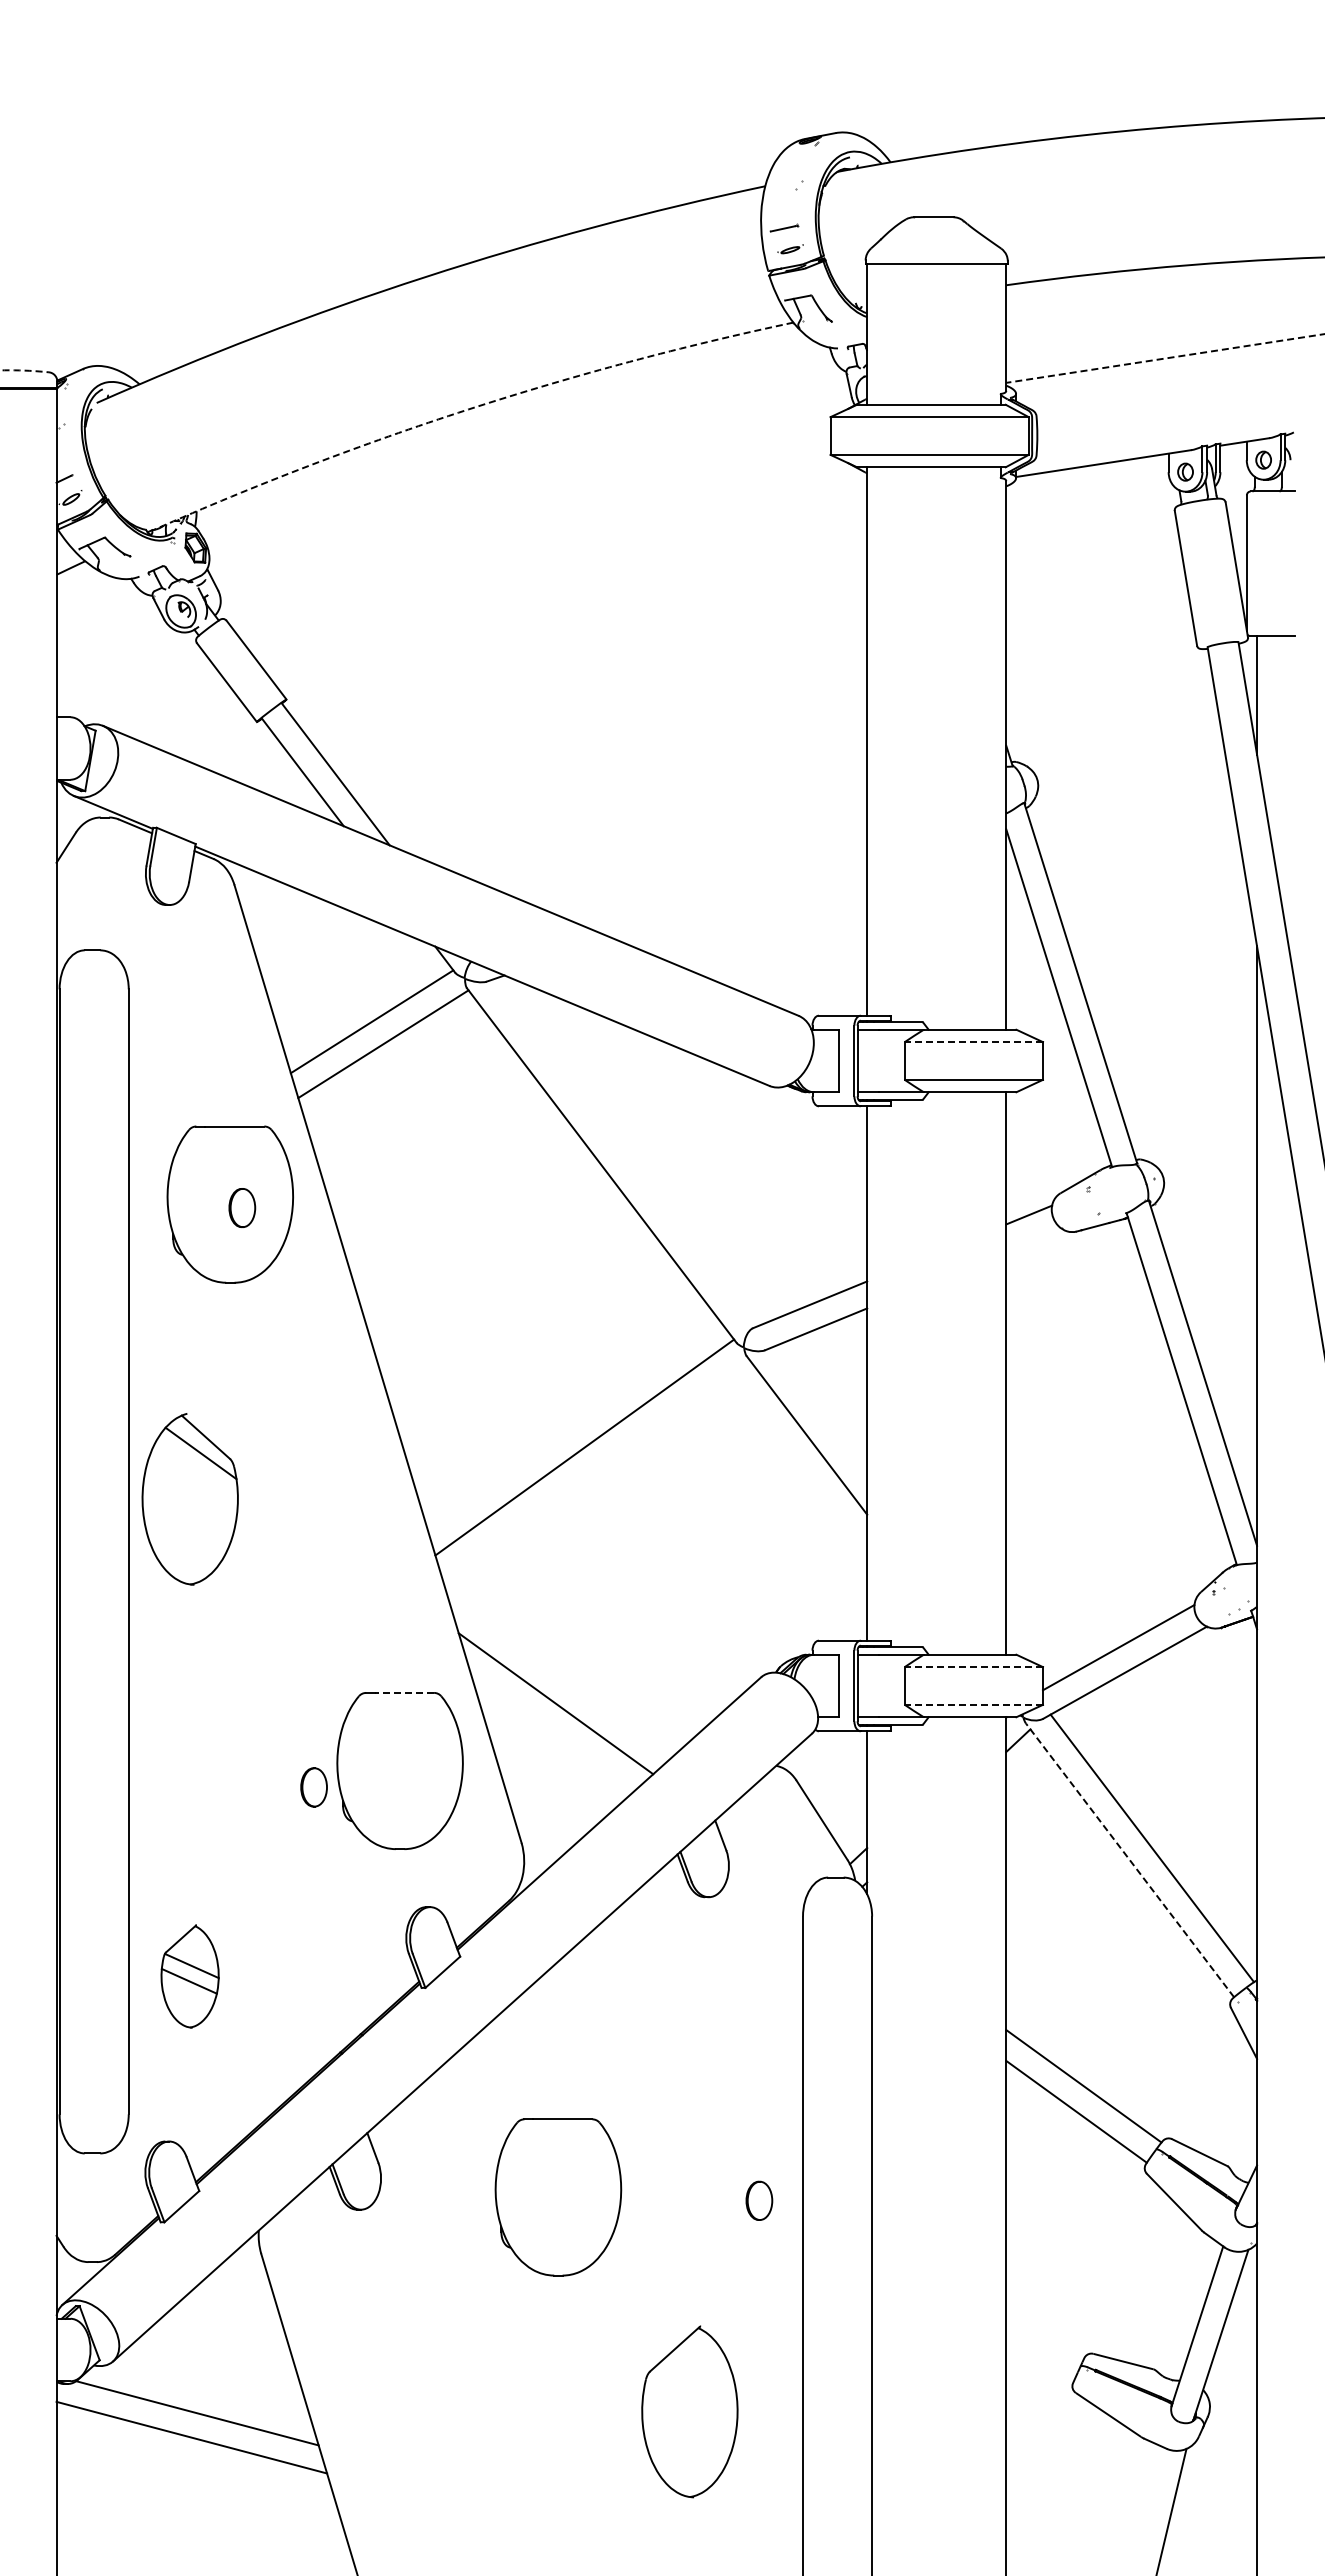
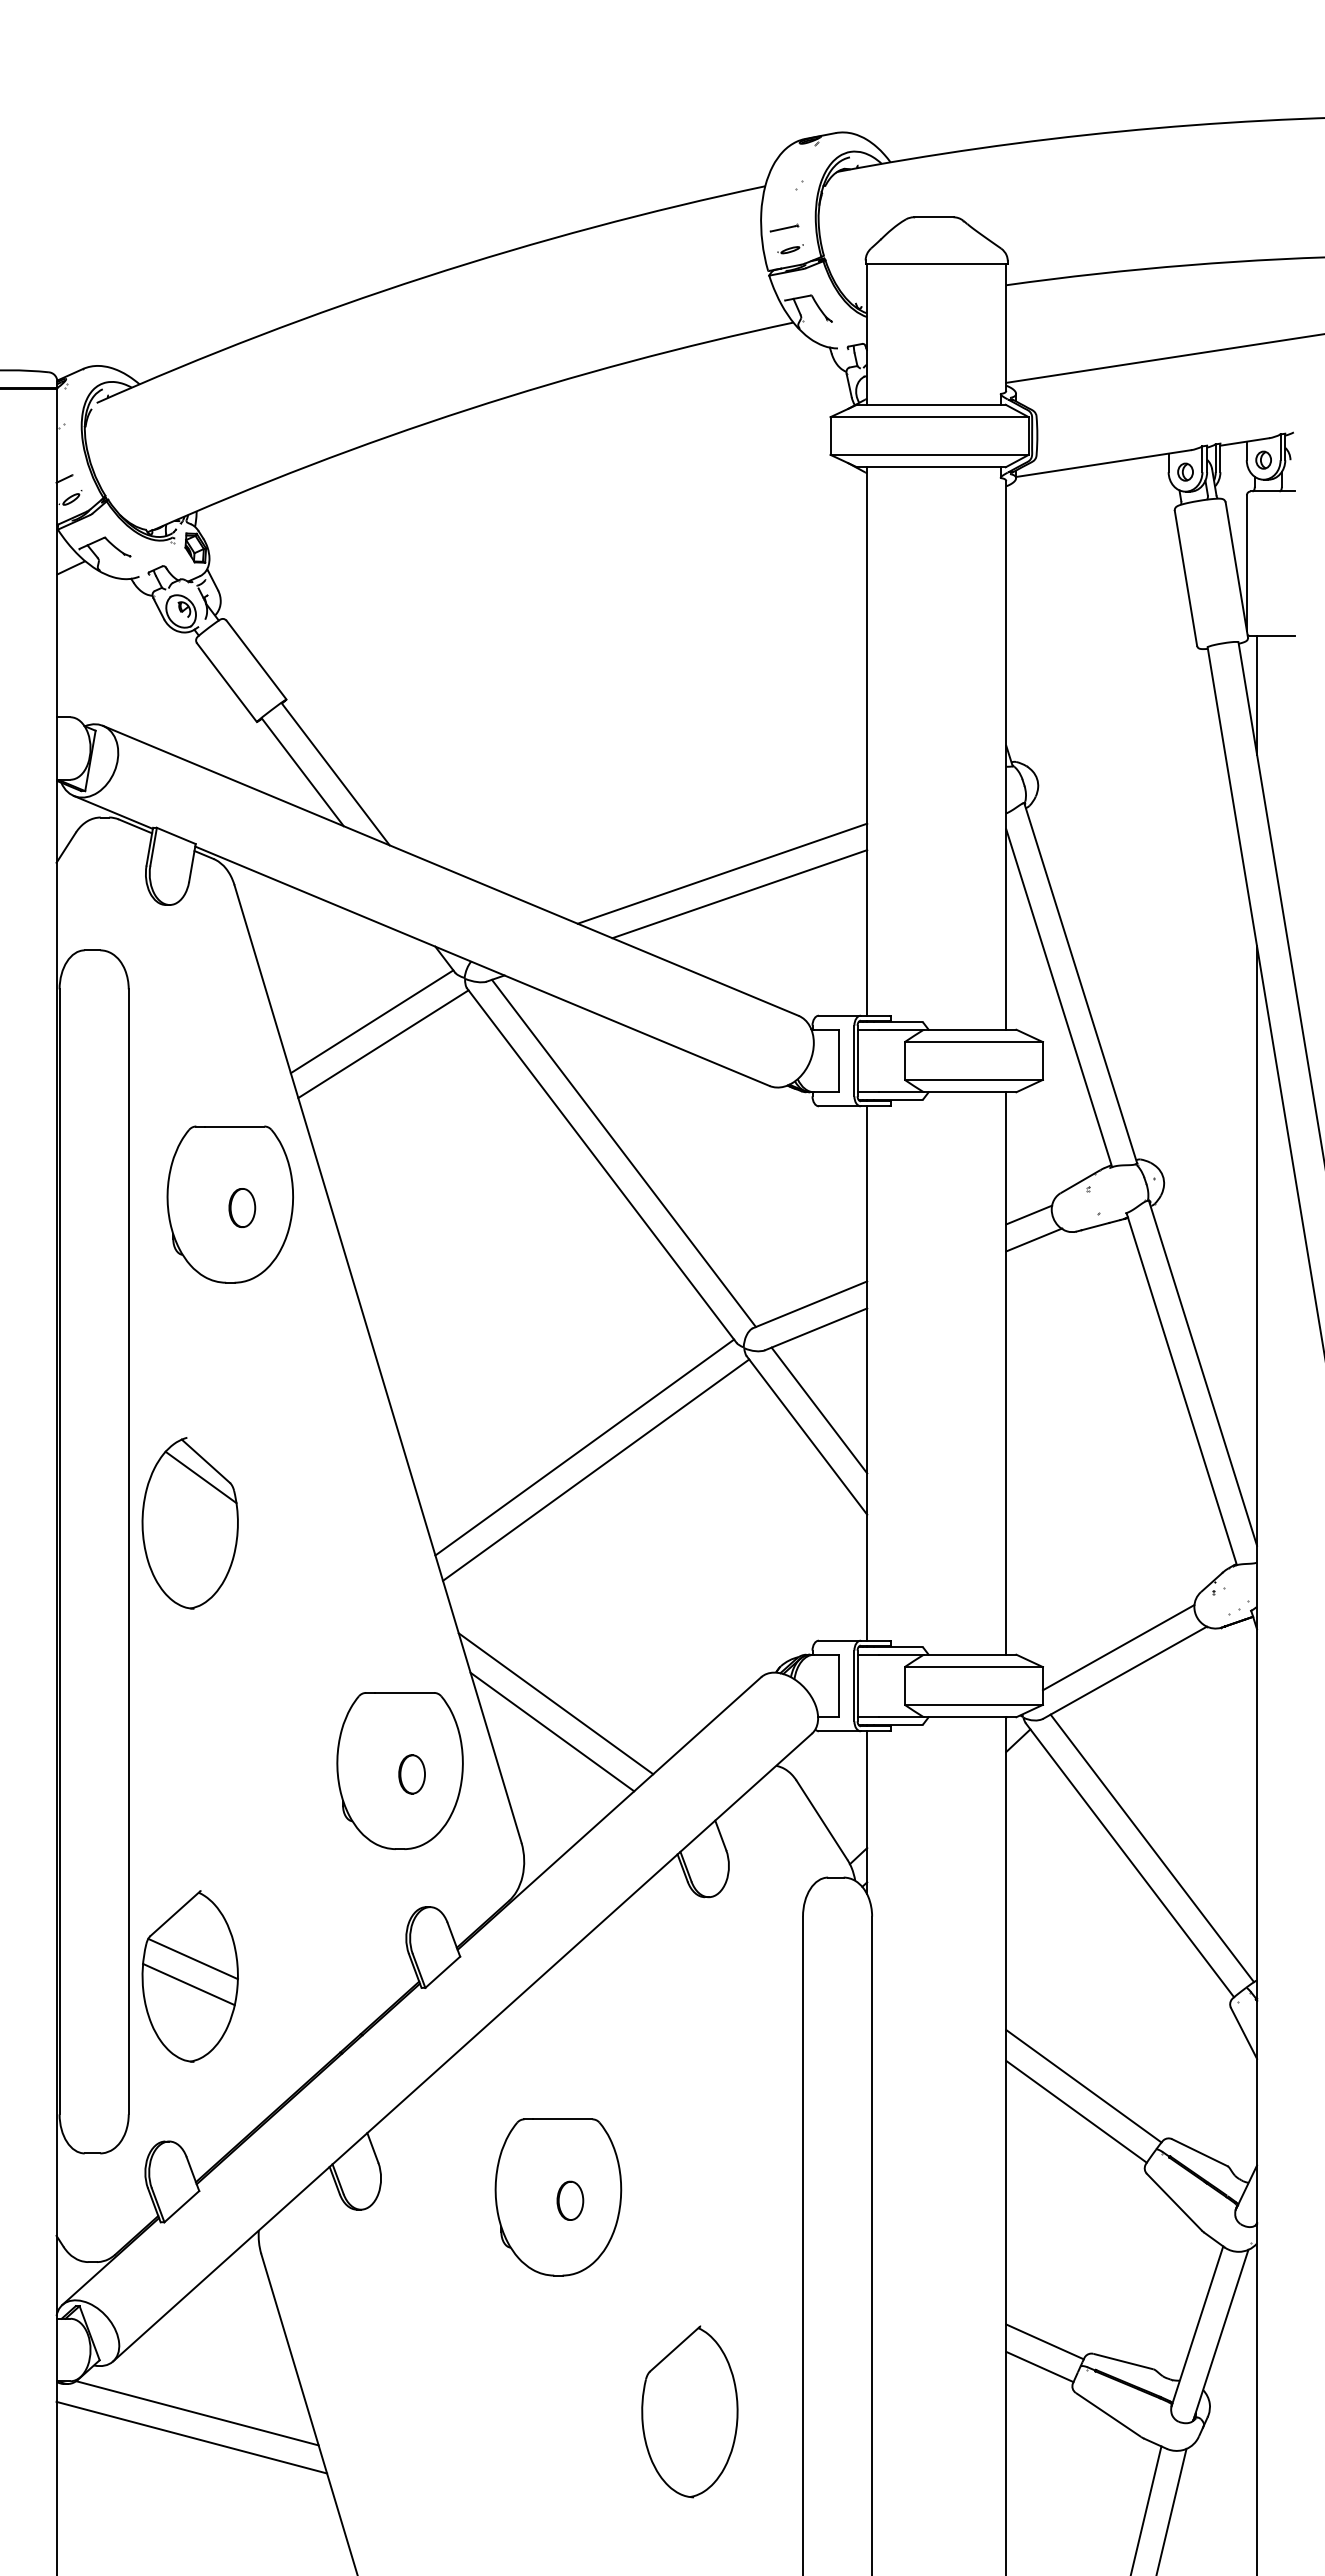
line at (1165, 358): dashed -> solid
line at (25, 370): dashed -> solid
line at (468, 409): dashed -> solid
line at (722, 873): none -> present
line at (739, 894): none -> present
line at (973, 1042): dashed -> solid
line at (623, 1153): none -> present
line at (1033, 1239): none -> present
line at (819, 1410): none -> present
line at (596, 1469): none -> present
part at (189, 1499) position: (189, 1499) -> (189, 1523)
line at (973, 1667): dashed -> solid
line at (404, 1692): dashed -> solid
line at (973, 1704): dashed -> solid
line at (552, 1731): none -> present
part at (313, 1787) position: (313, 1787) -> (411, 1774)
line at (1130, 1860): dashed -> solid
part at (189, 1976) size: 60x105 px -> 98x173 px
part at (759, 2200) position: (759, 2200) -> (570, 2200)
line at (1044, 2341): none -> present
line at (1039, 2366): none -> present
line at (1146, 2509): none -> present
